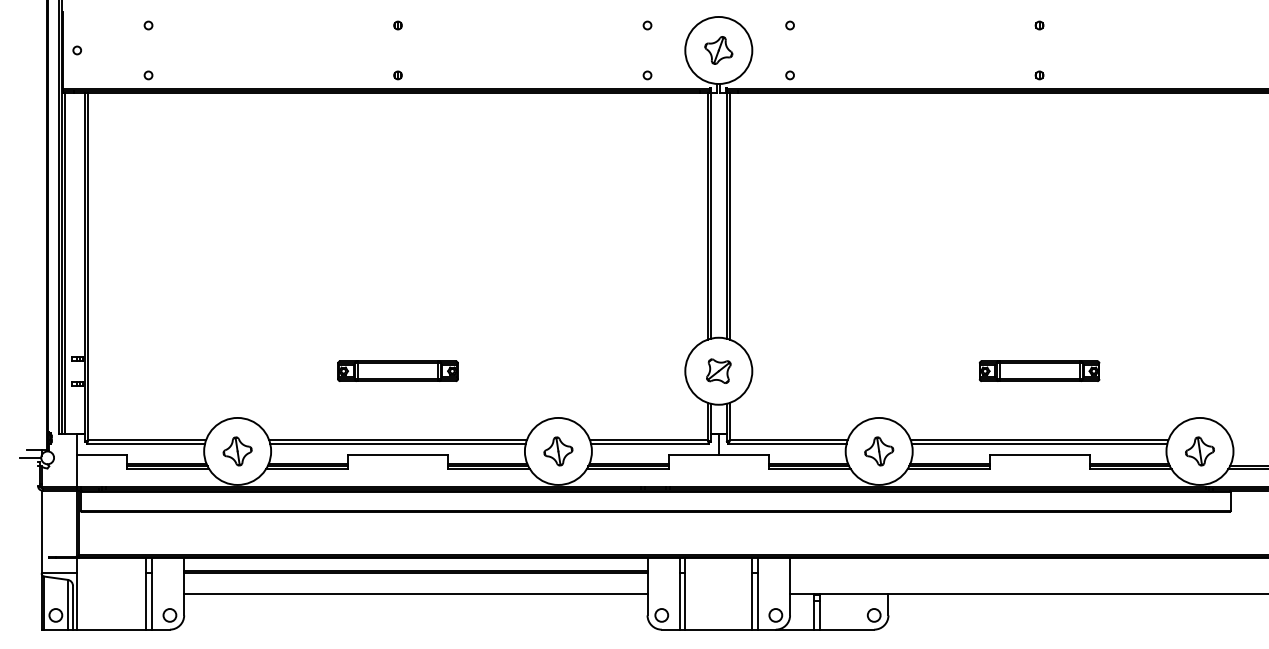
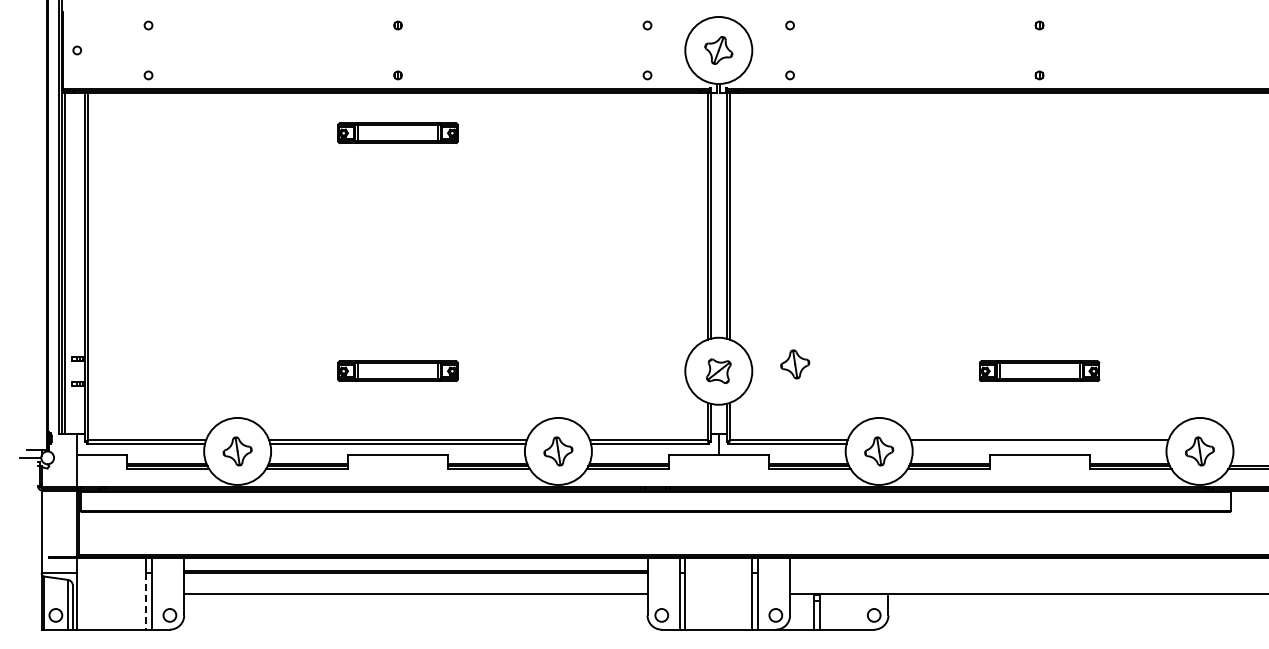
part at (397, 132): none -> present
part at (795, 364): none -> present
line at (1039, 443): present -> none
line at (146, 601): solid -> dashed
